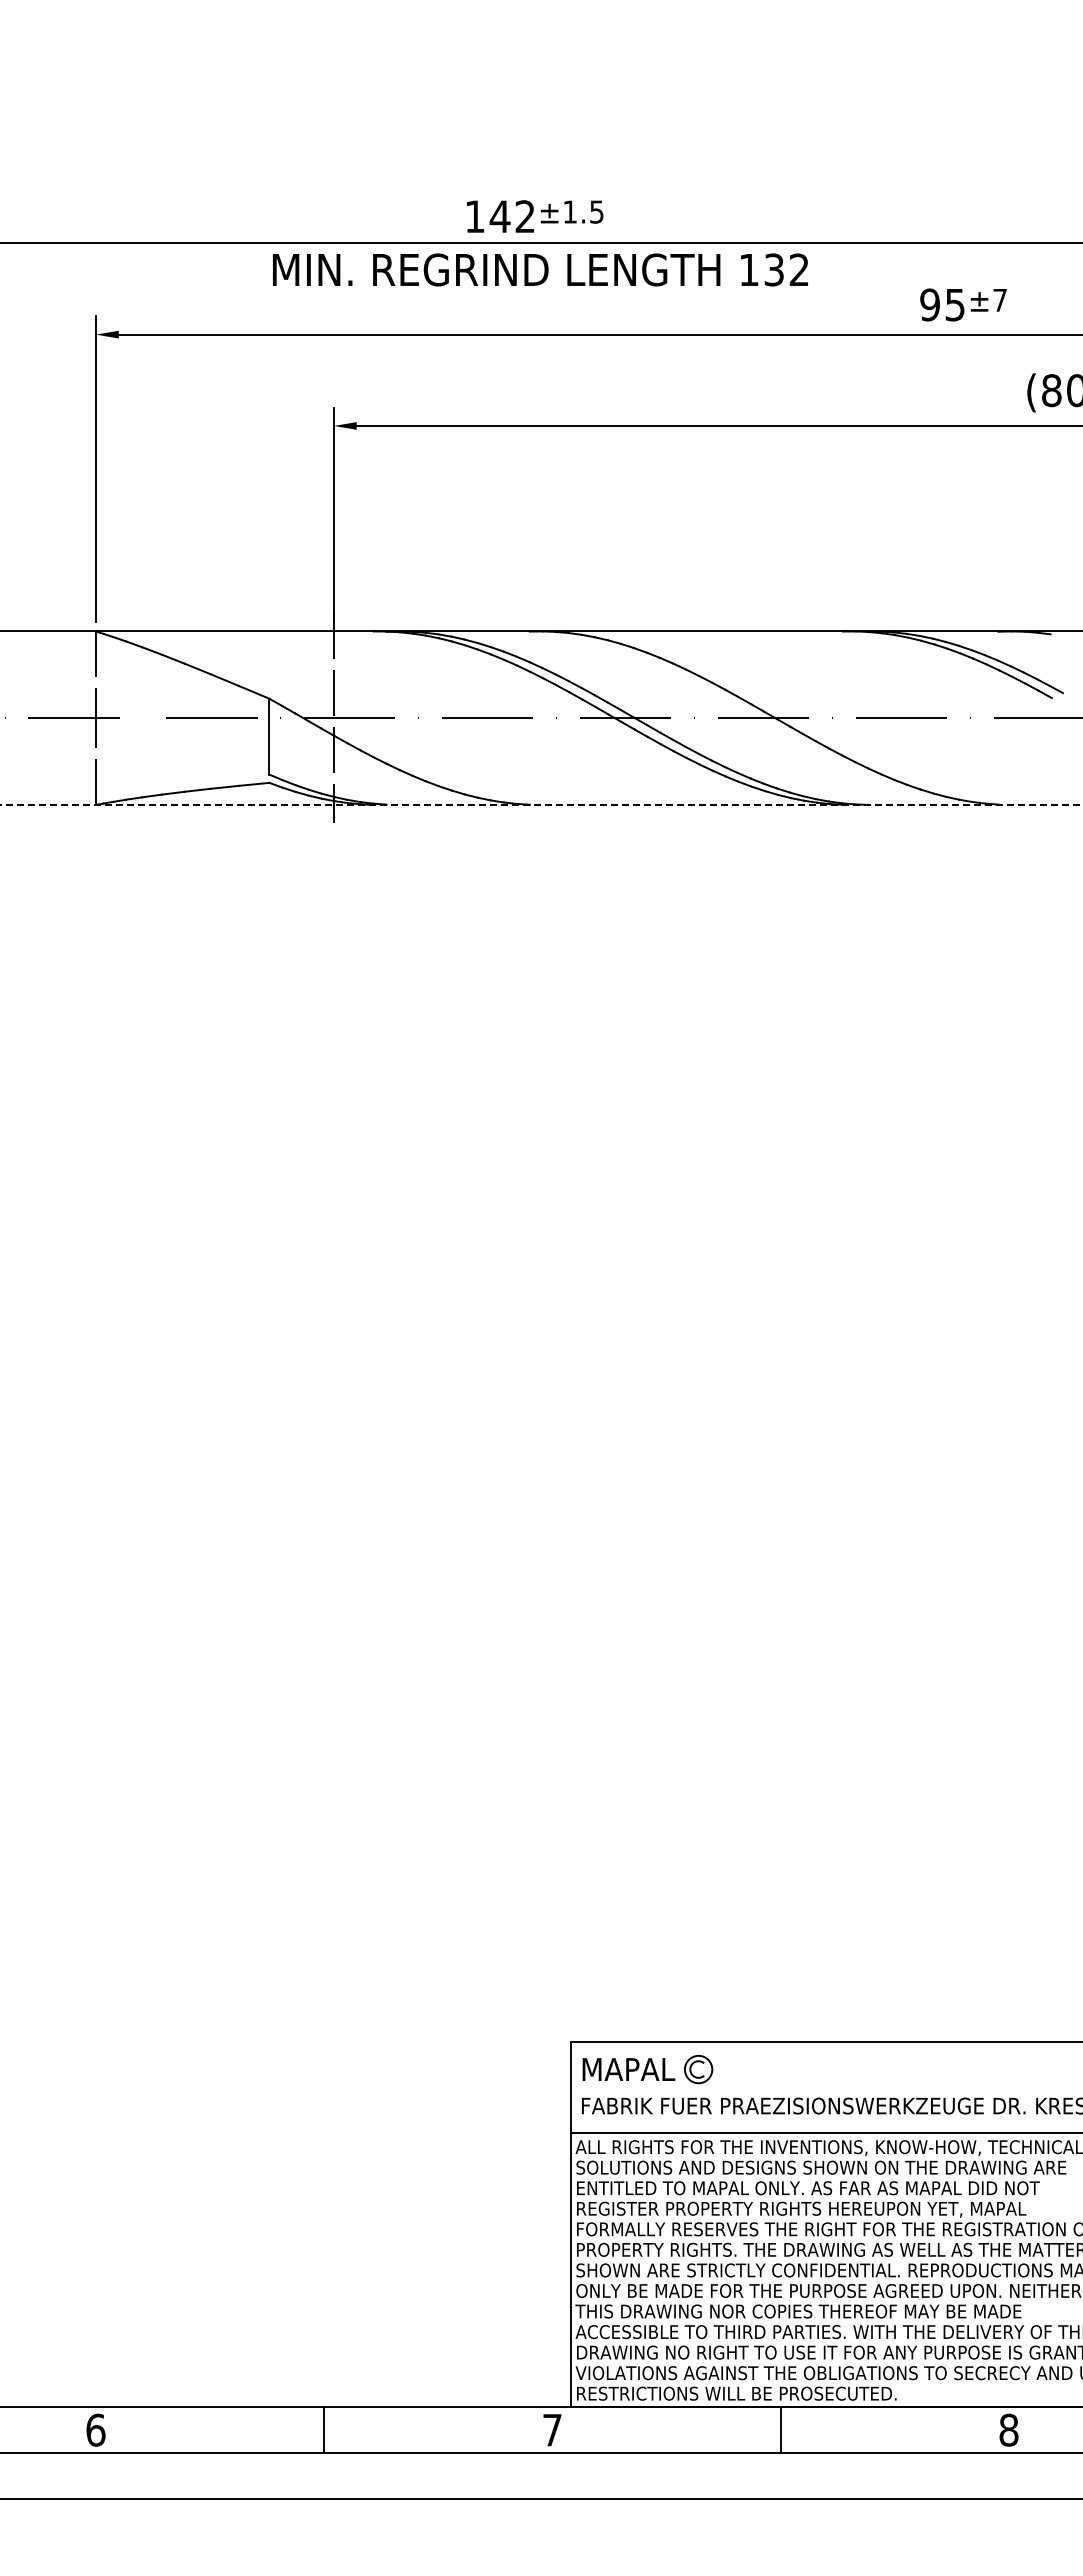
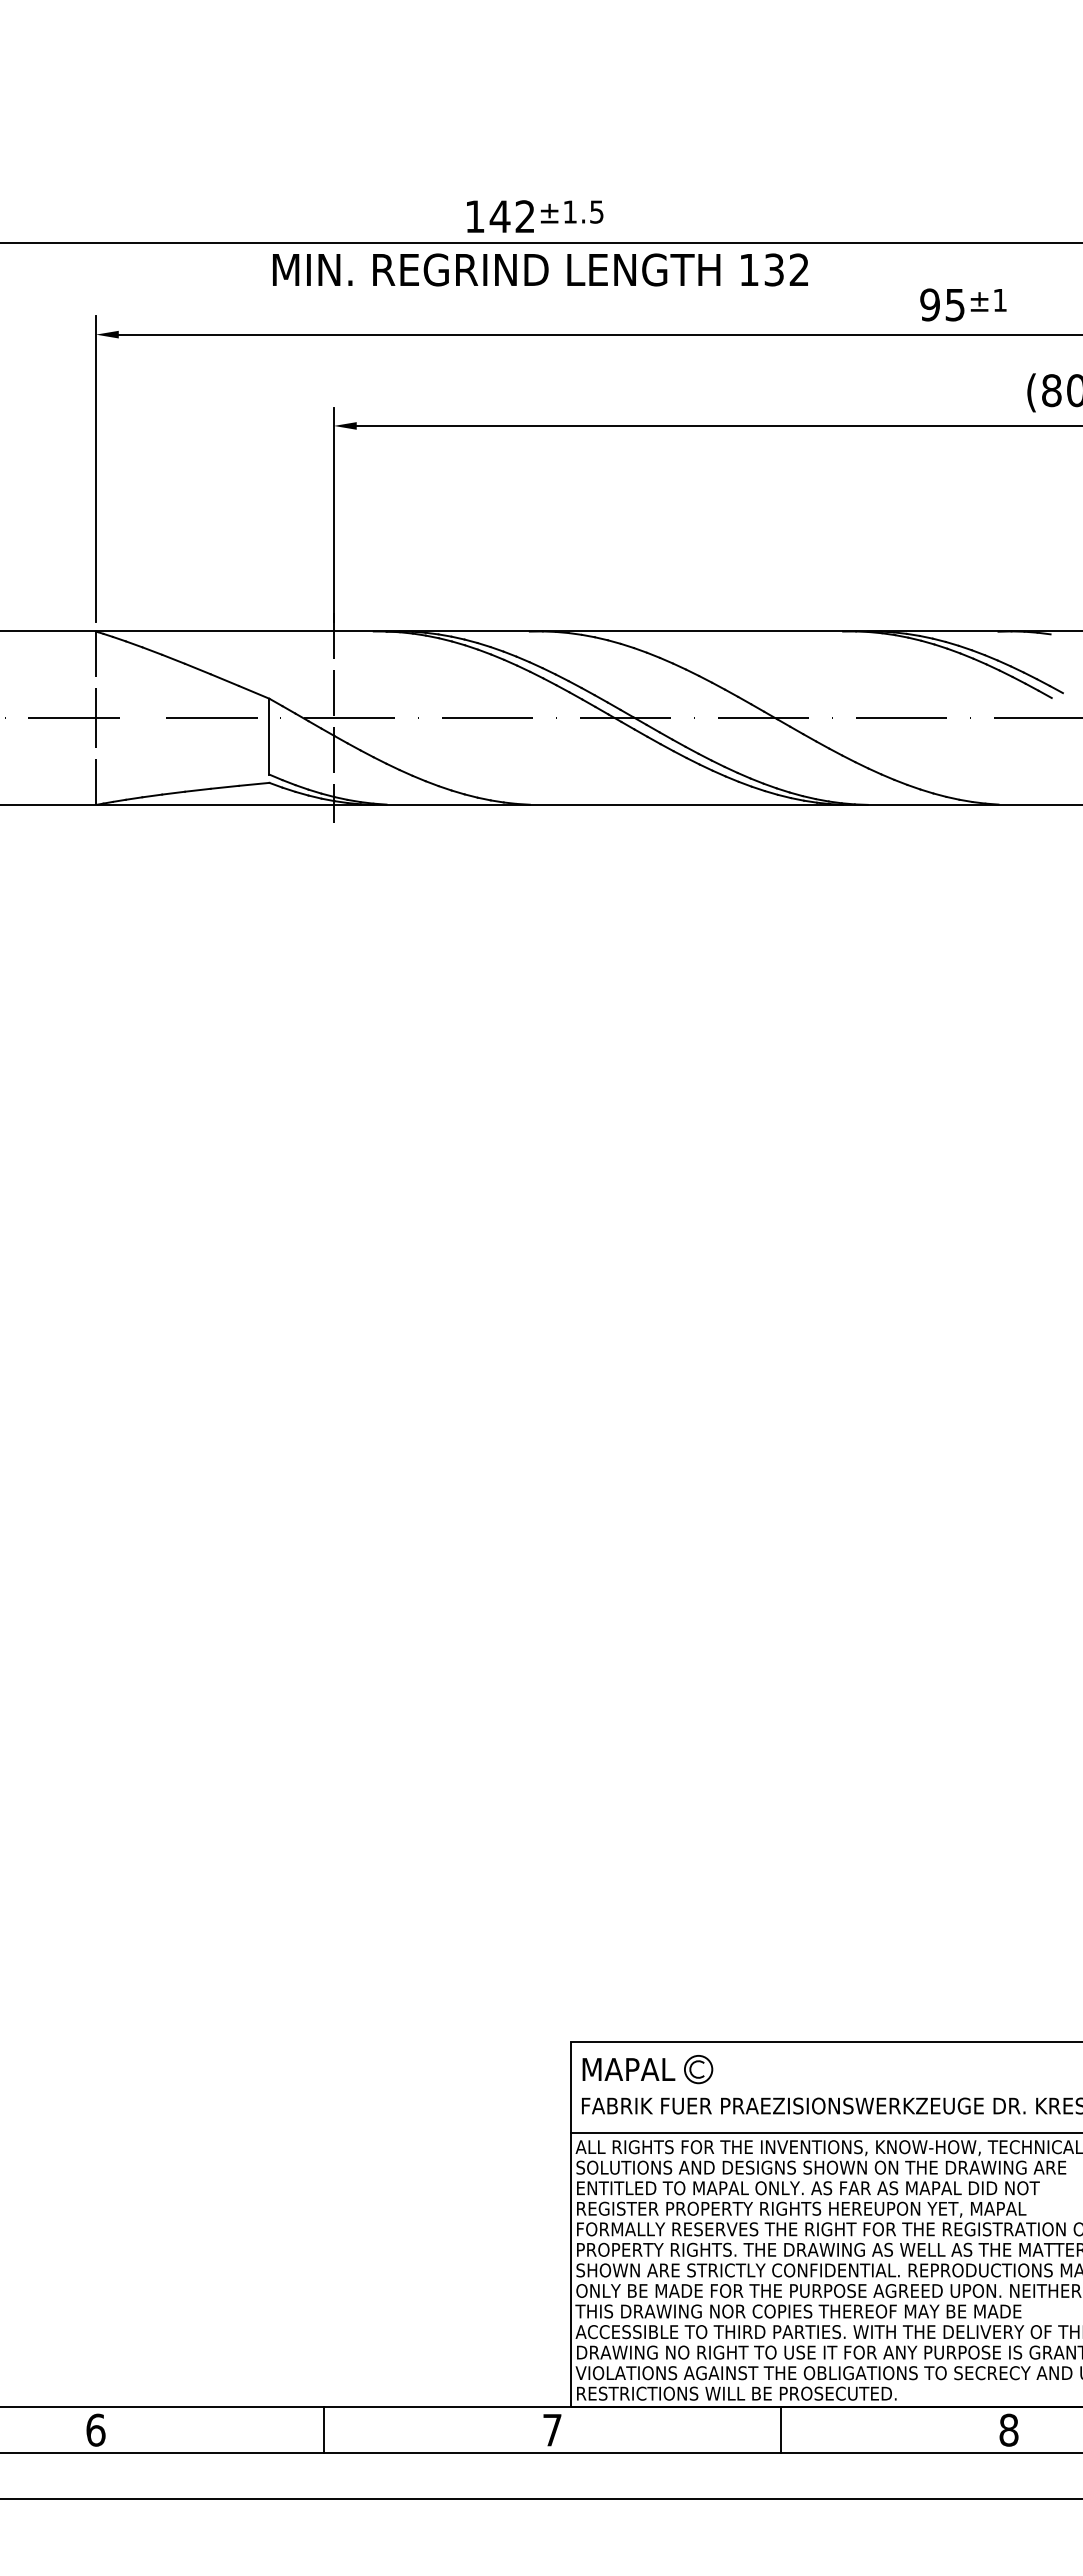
text at (999, 300): ±7 -> ±1
line at (541, 804): dashed -> solid
